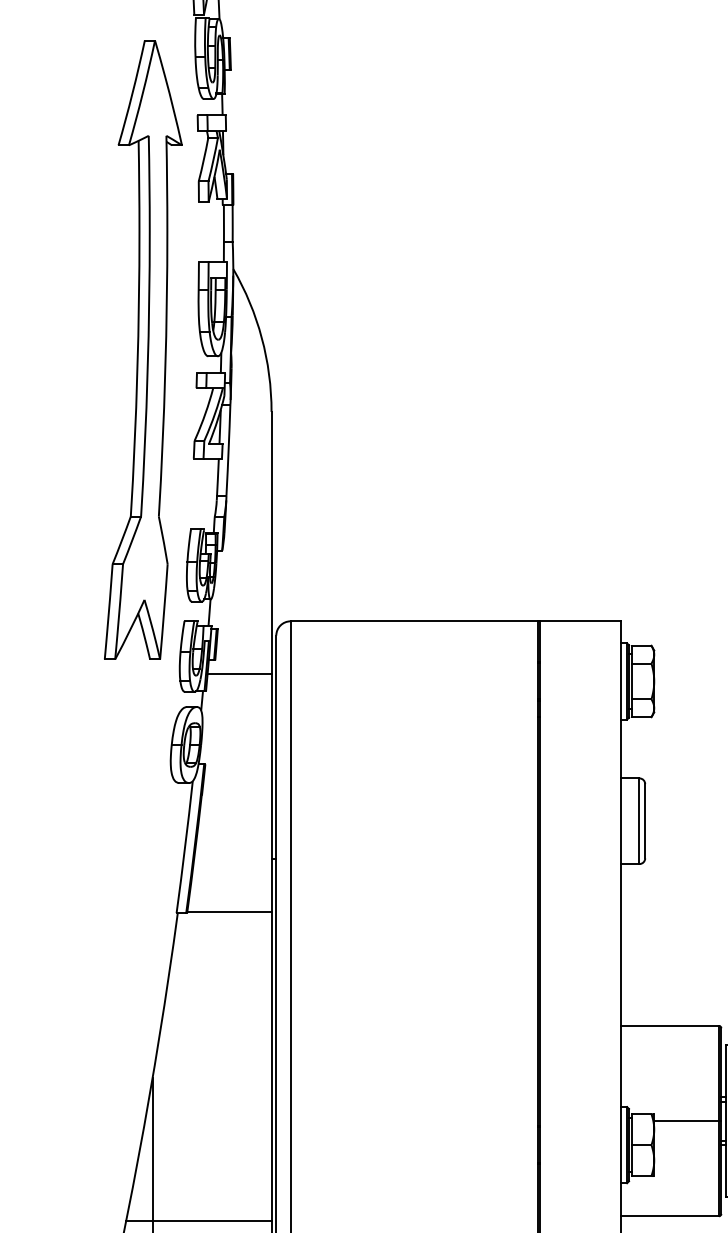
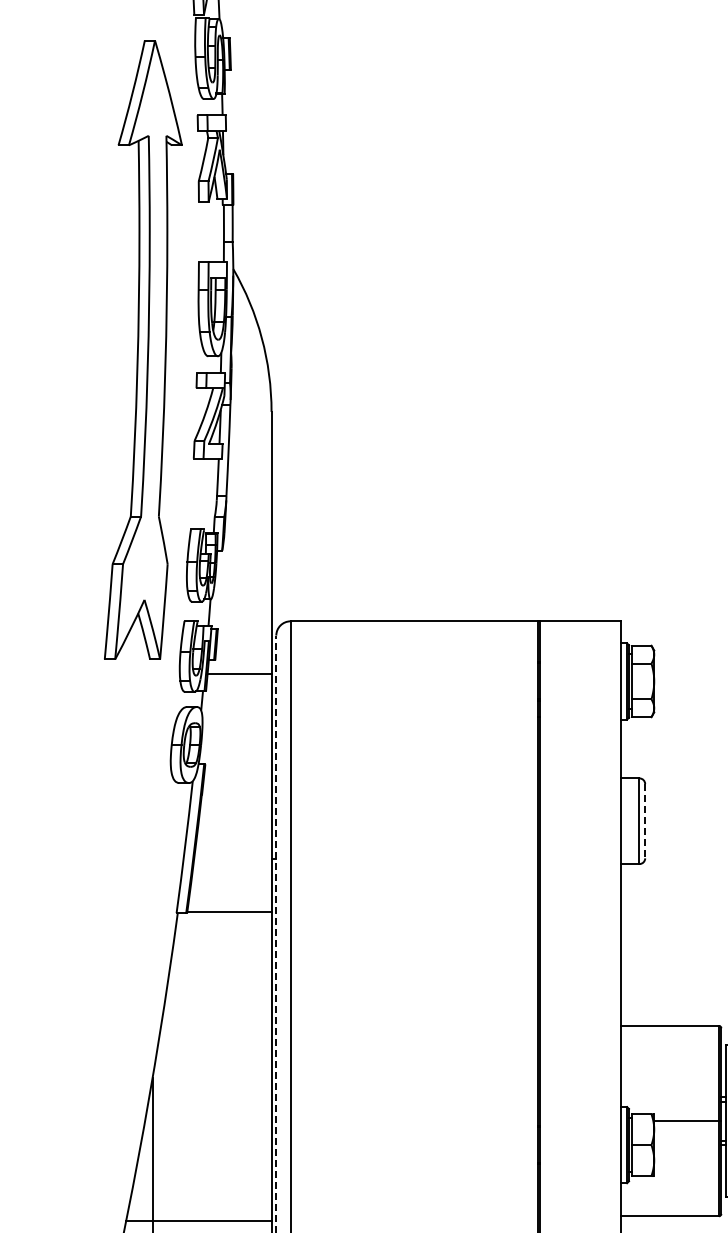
line at (645, 821): solid -> dashed
line at (276, 933): solid -> dashed
